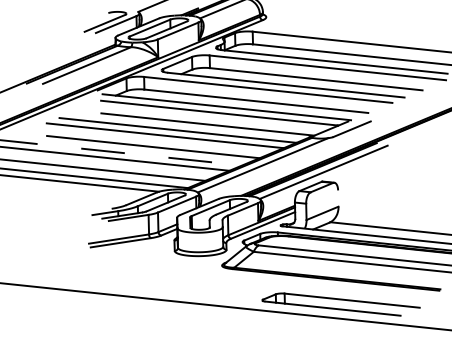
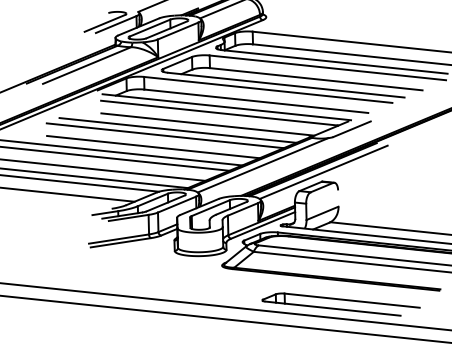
line at (122, 152): dashed -> solid
line at (68, 194): none -> present
line at (225, 318): none -> present
